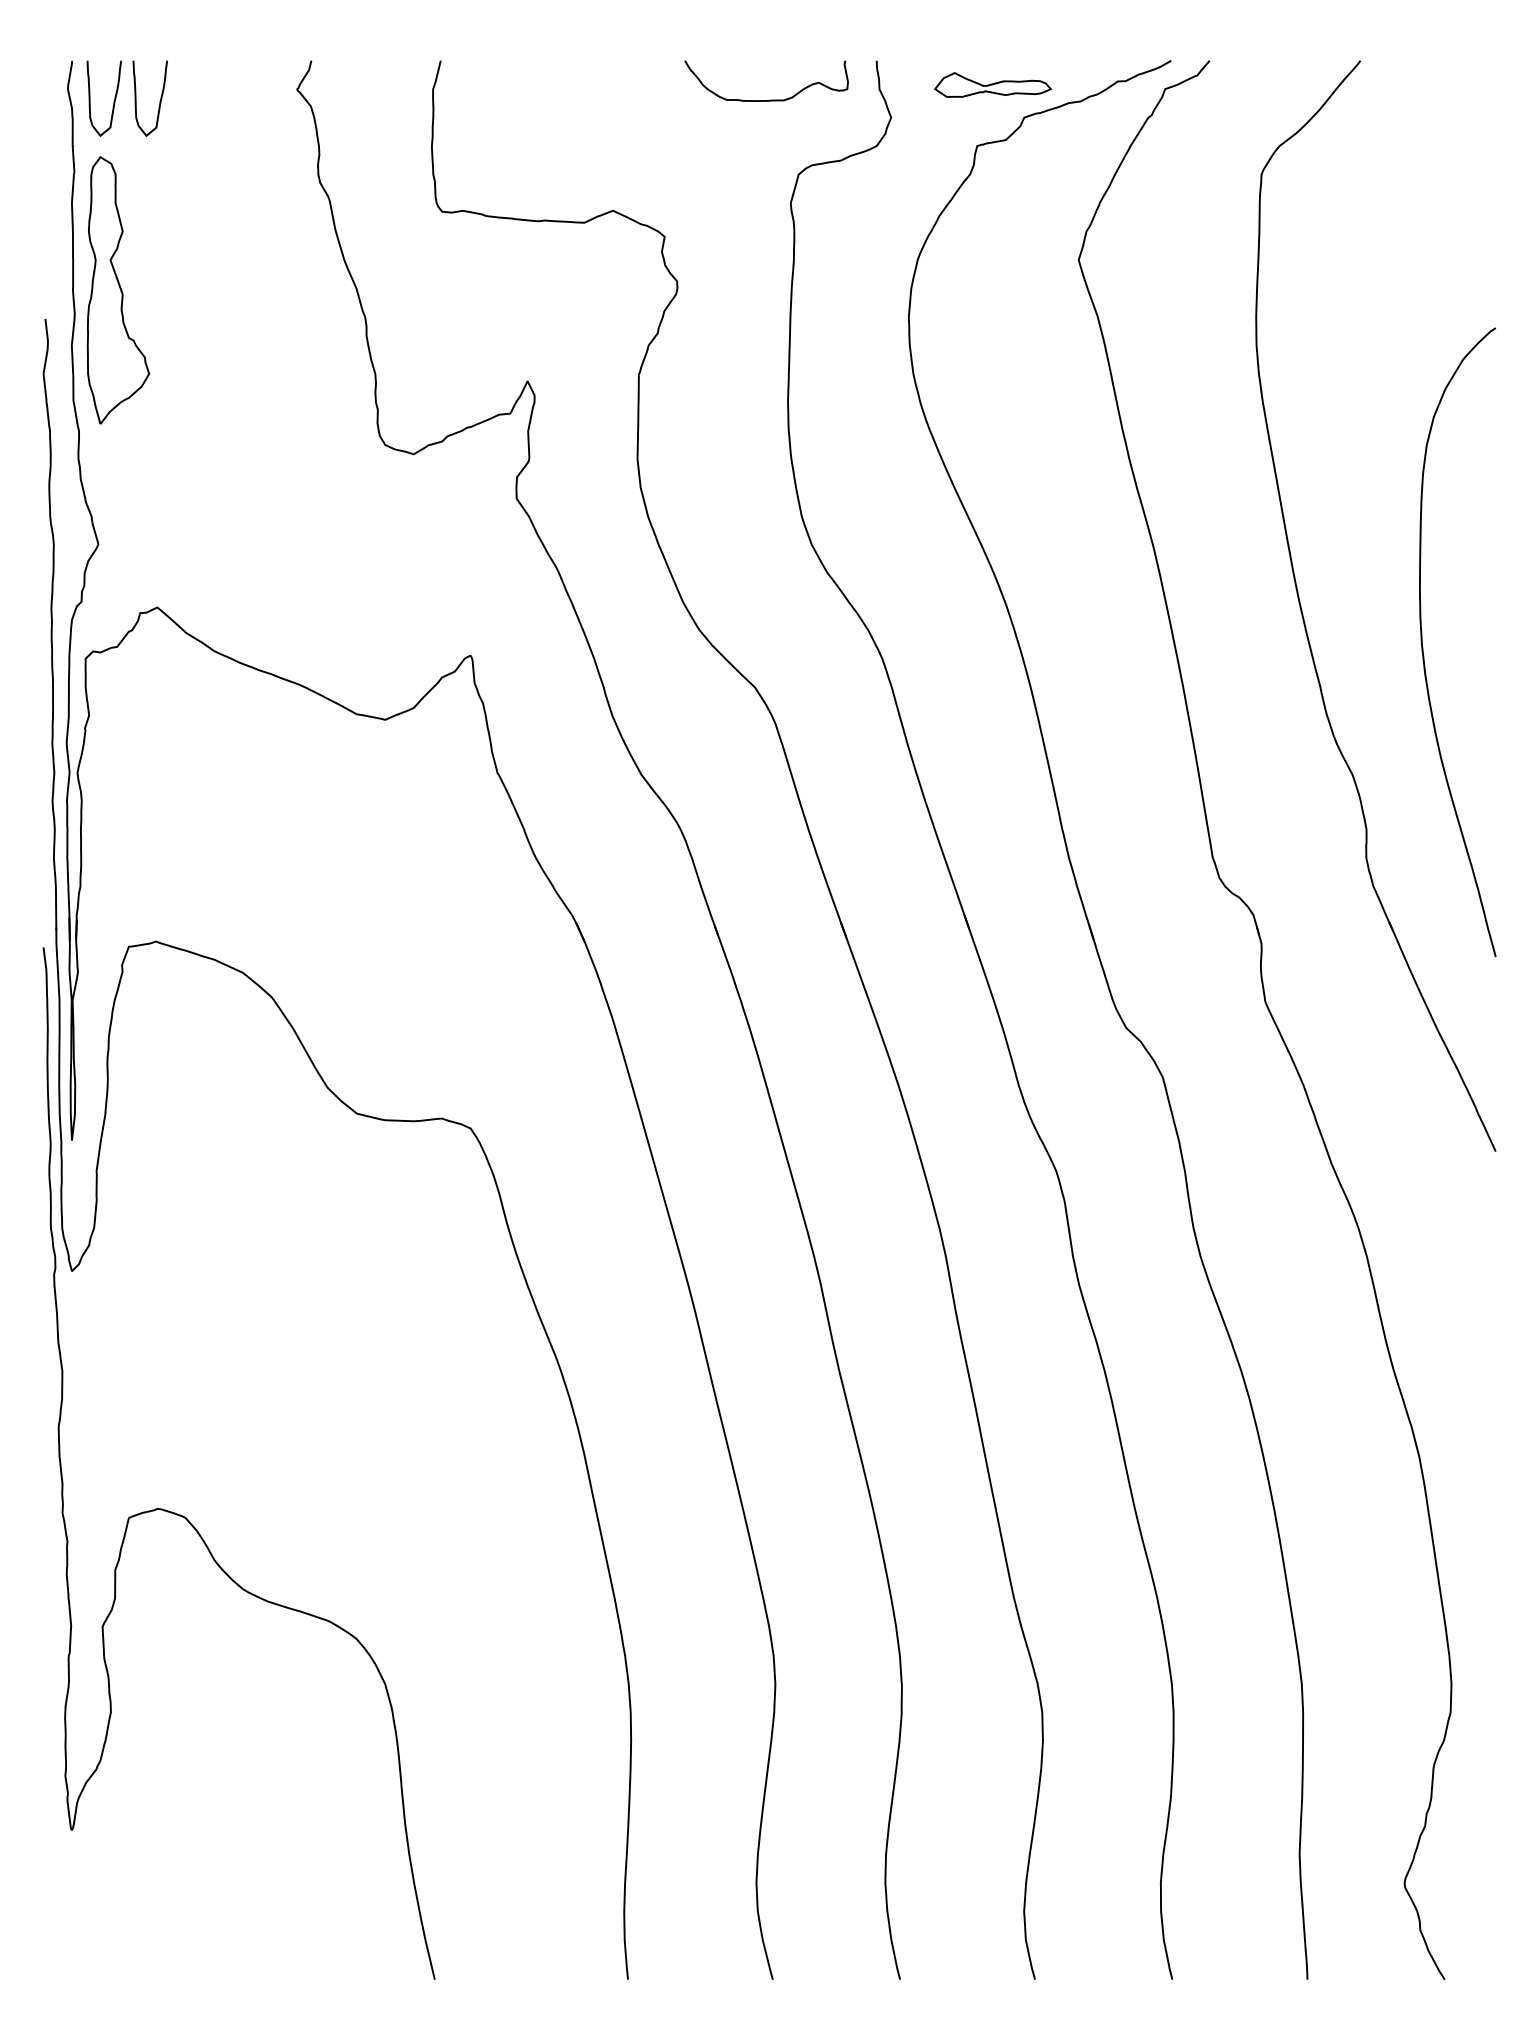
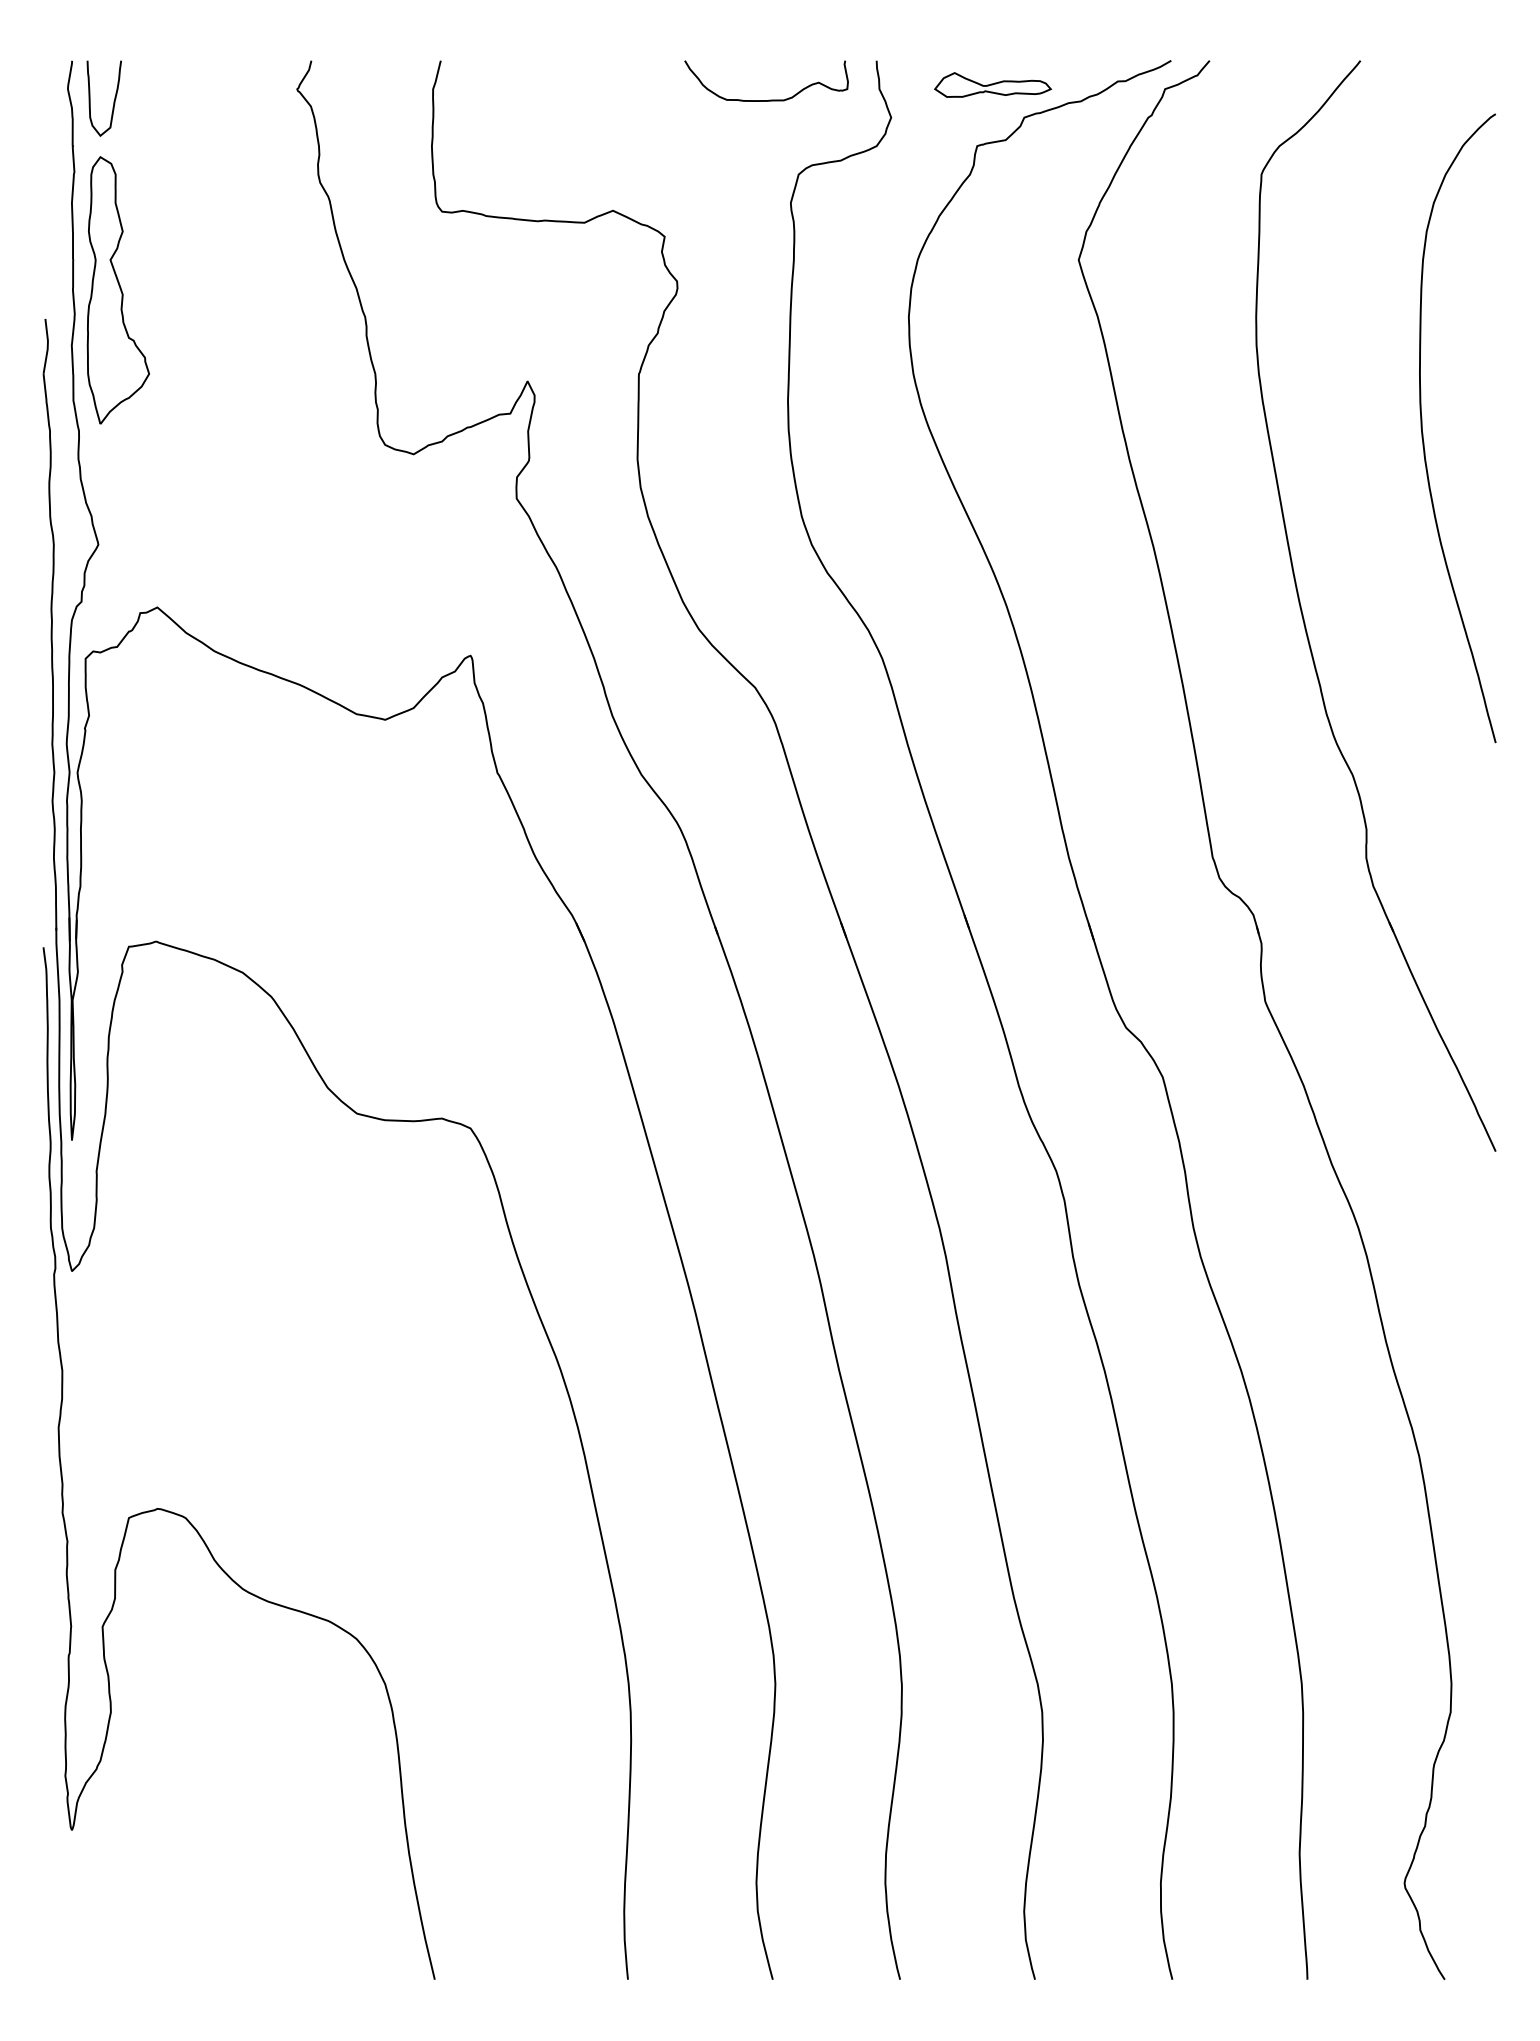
curve at (159, 101): present -> none
curve at (1423, 647) position: (1423, 647) -> (1423, 433)
